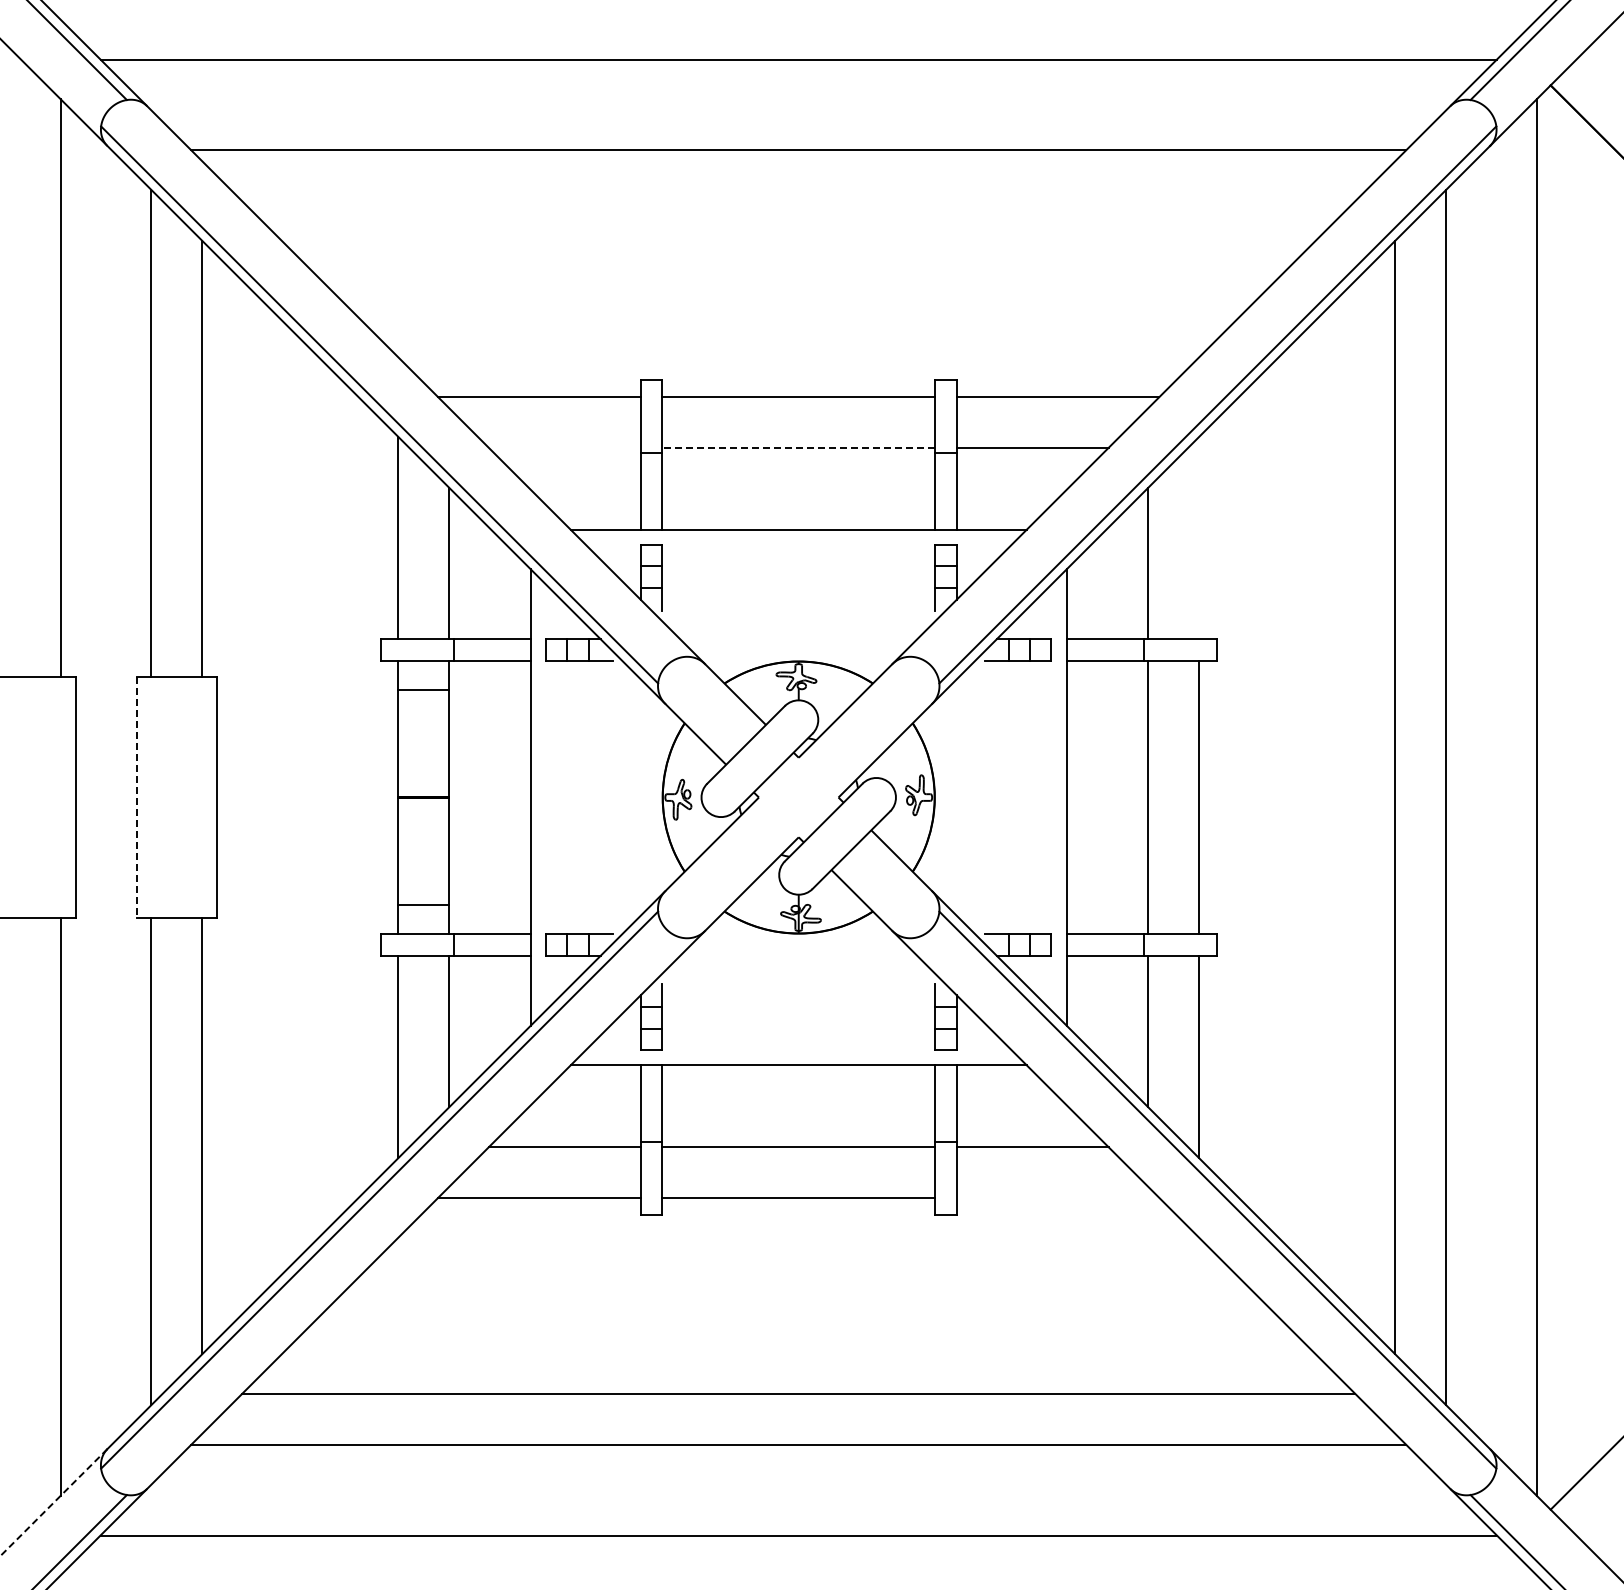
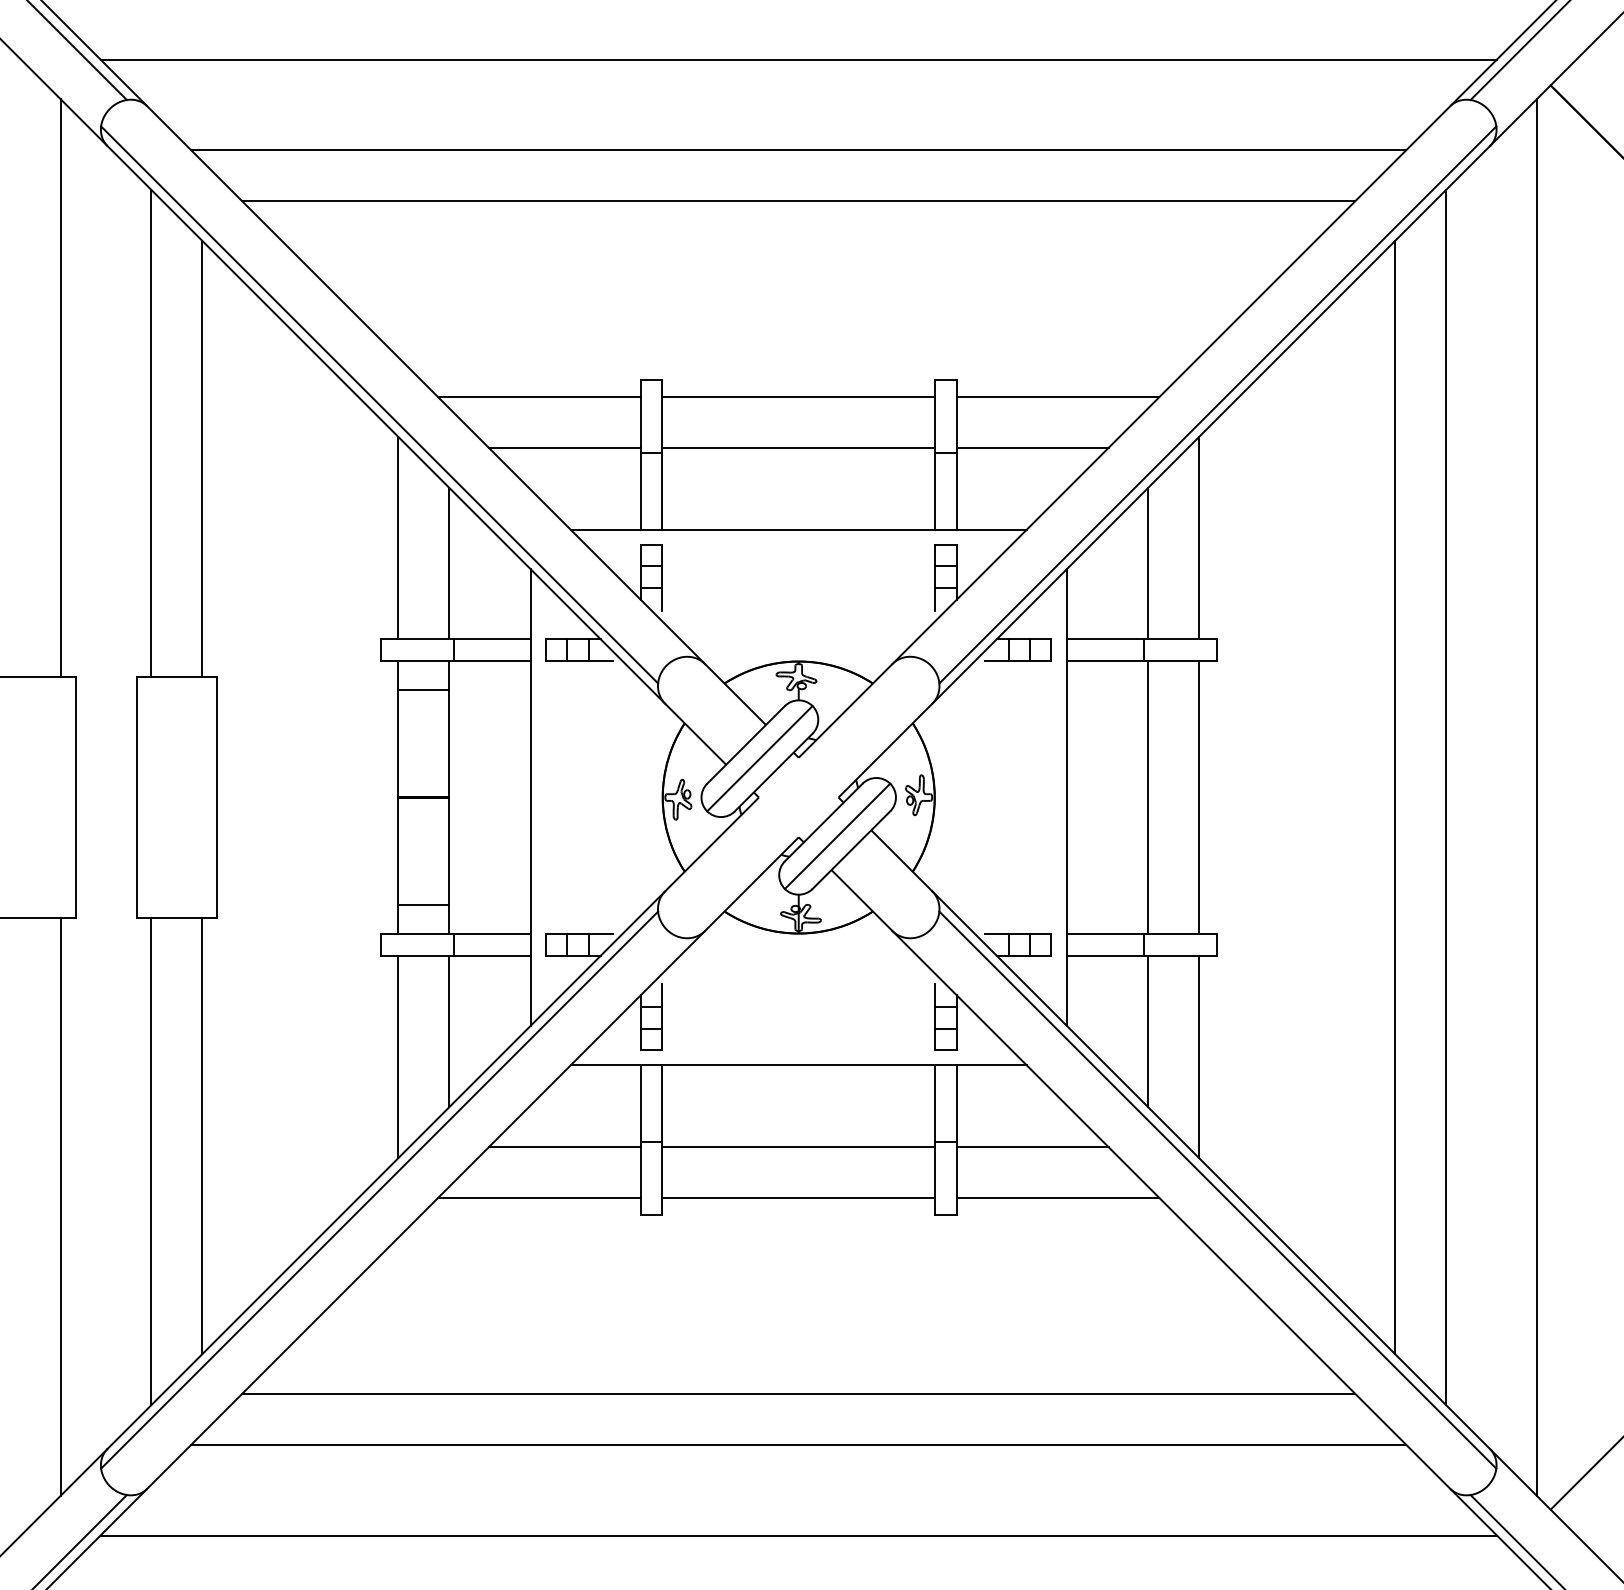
line at (798, 201): none -> present
line at (564, 447): none -> present
line at (798, 447): dashed -> solid
line at (1199, 537): none -> present
line at (759, 758): none -> present
line at (136, 797): dashed -> solid
line at (837, 835): none -> present
line at (1057, 1198): none -> present
line at (53, 1502): dashed -> solid
